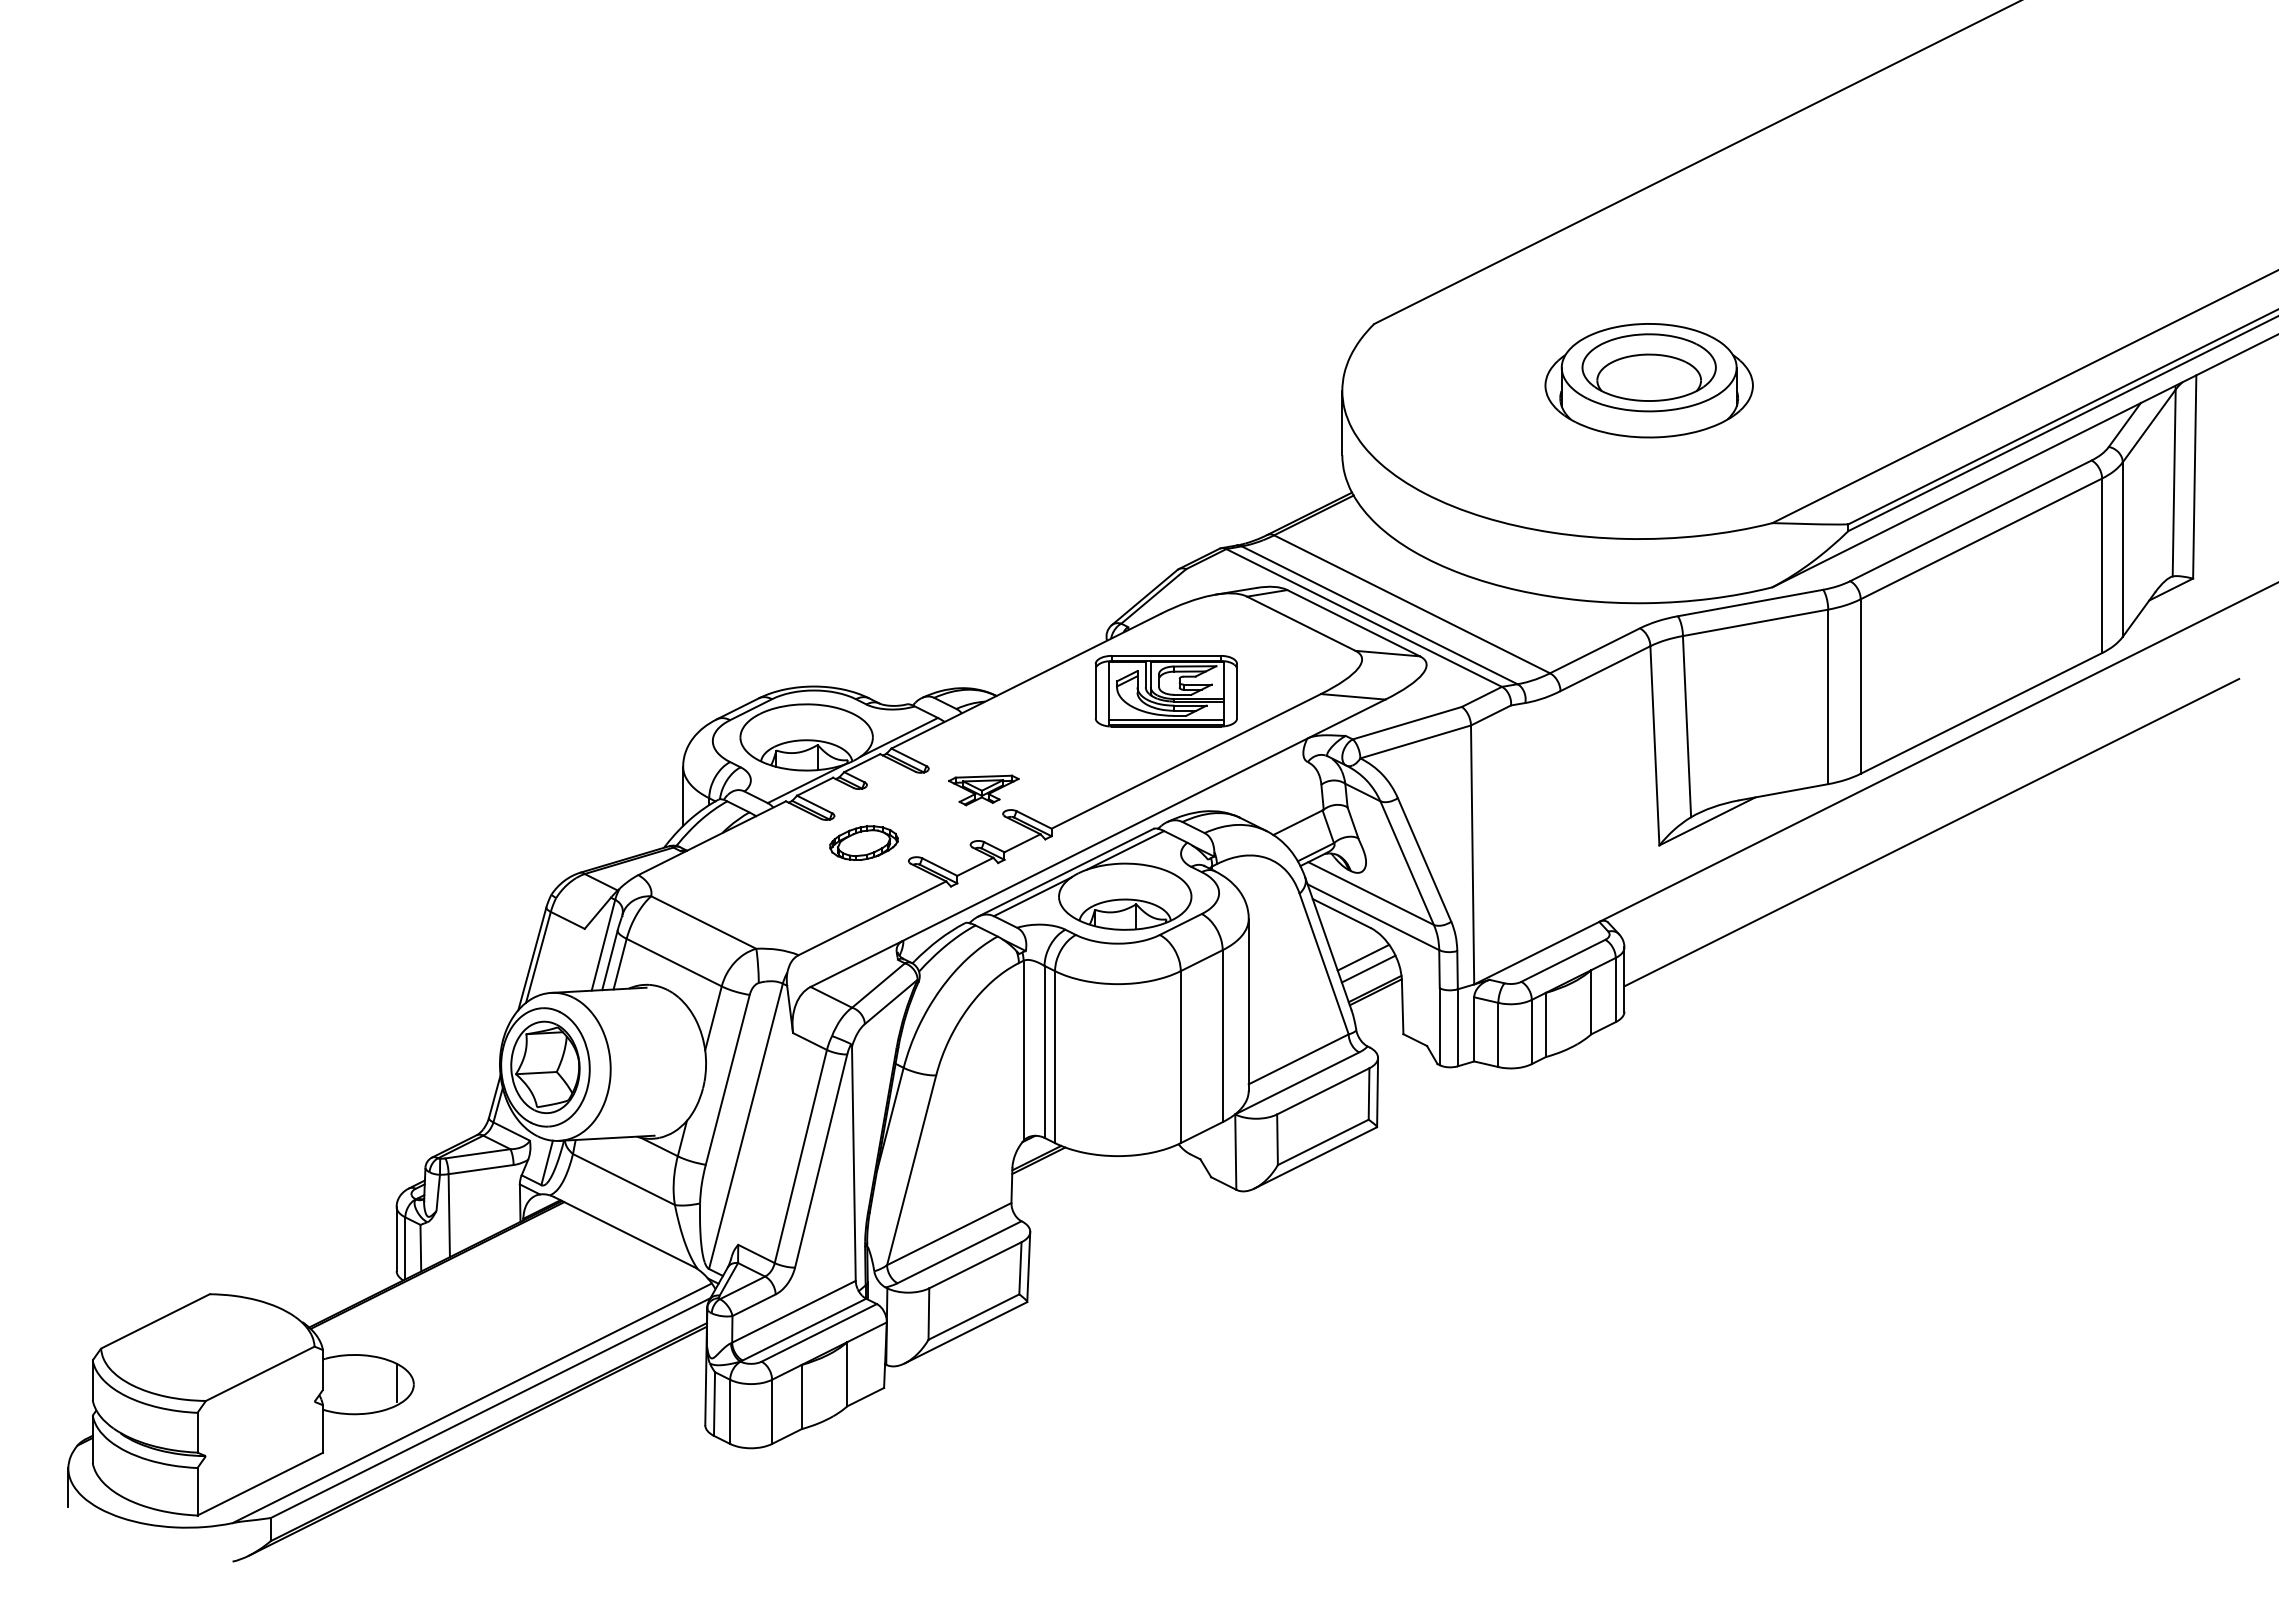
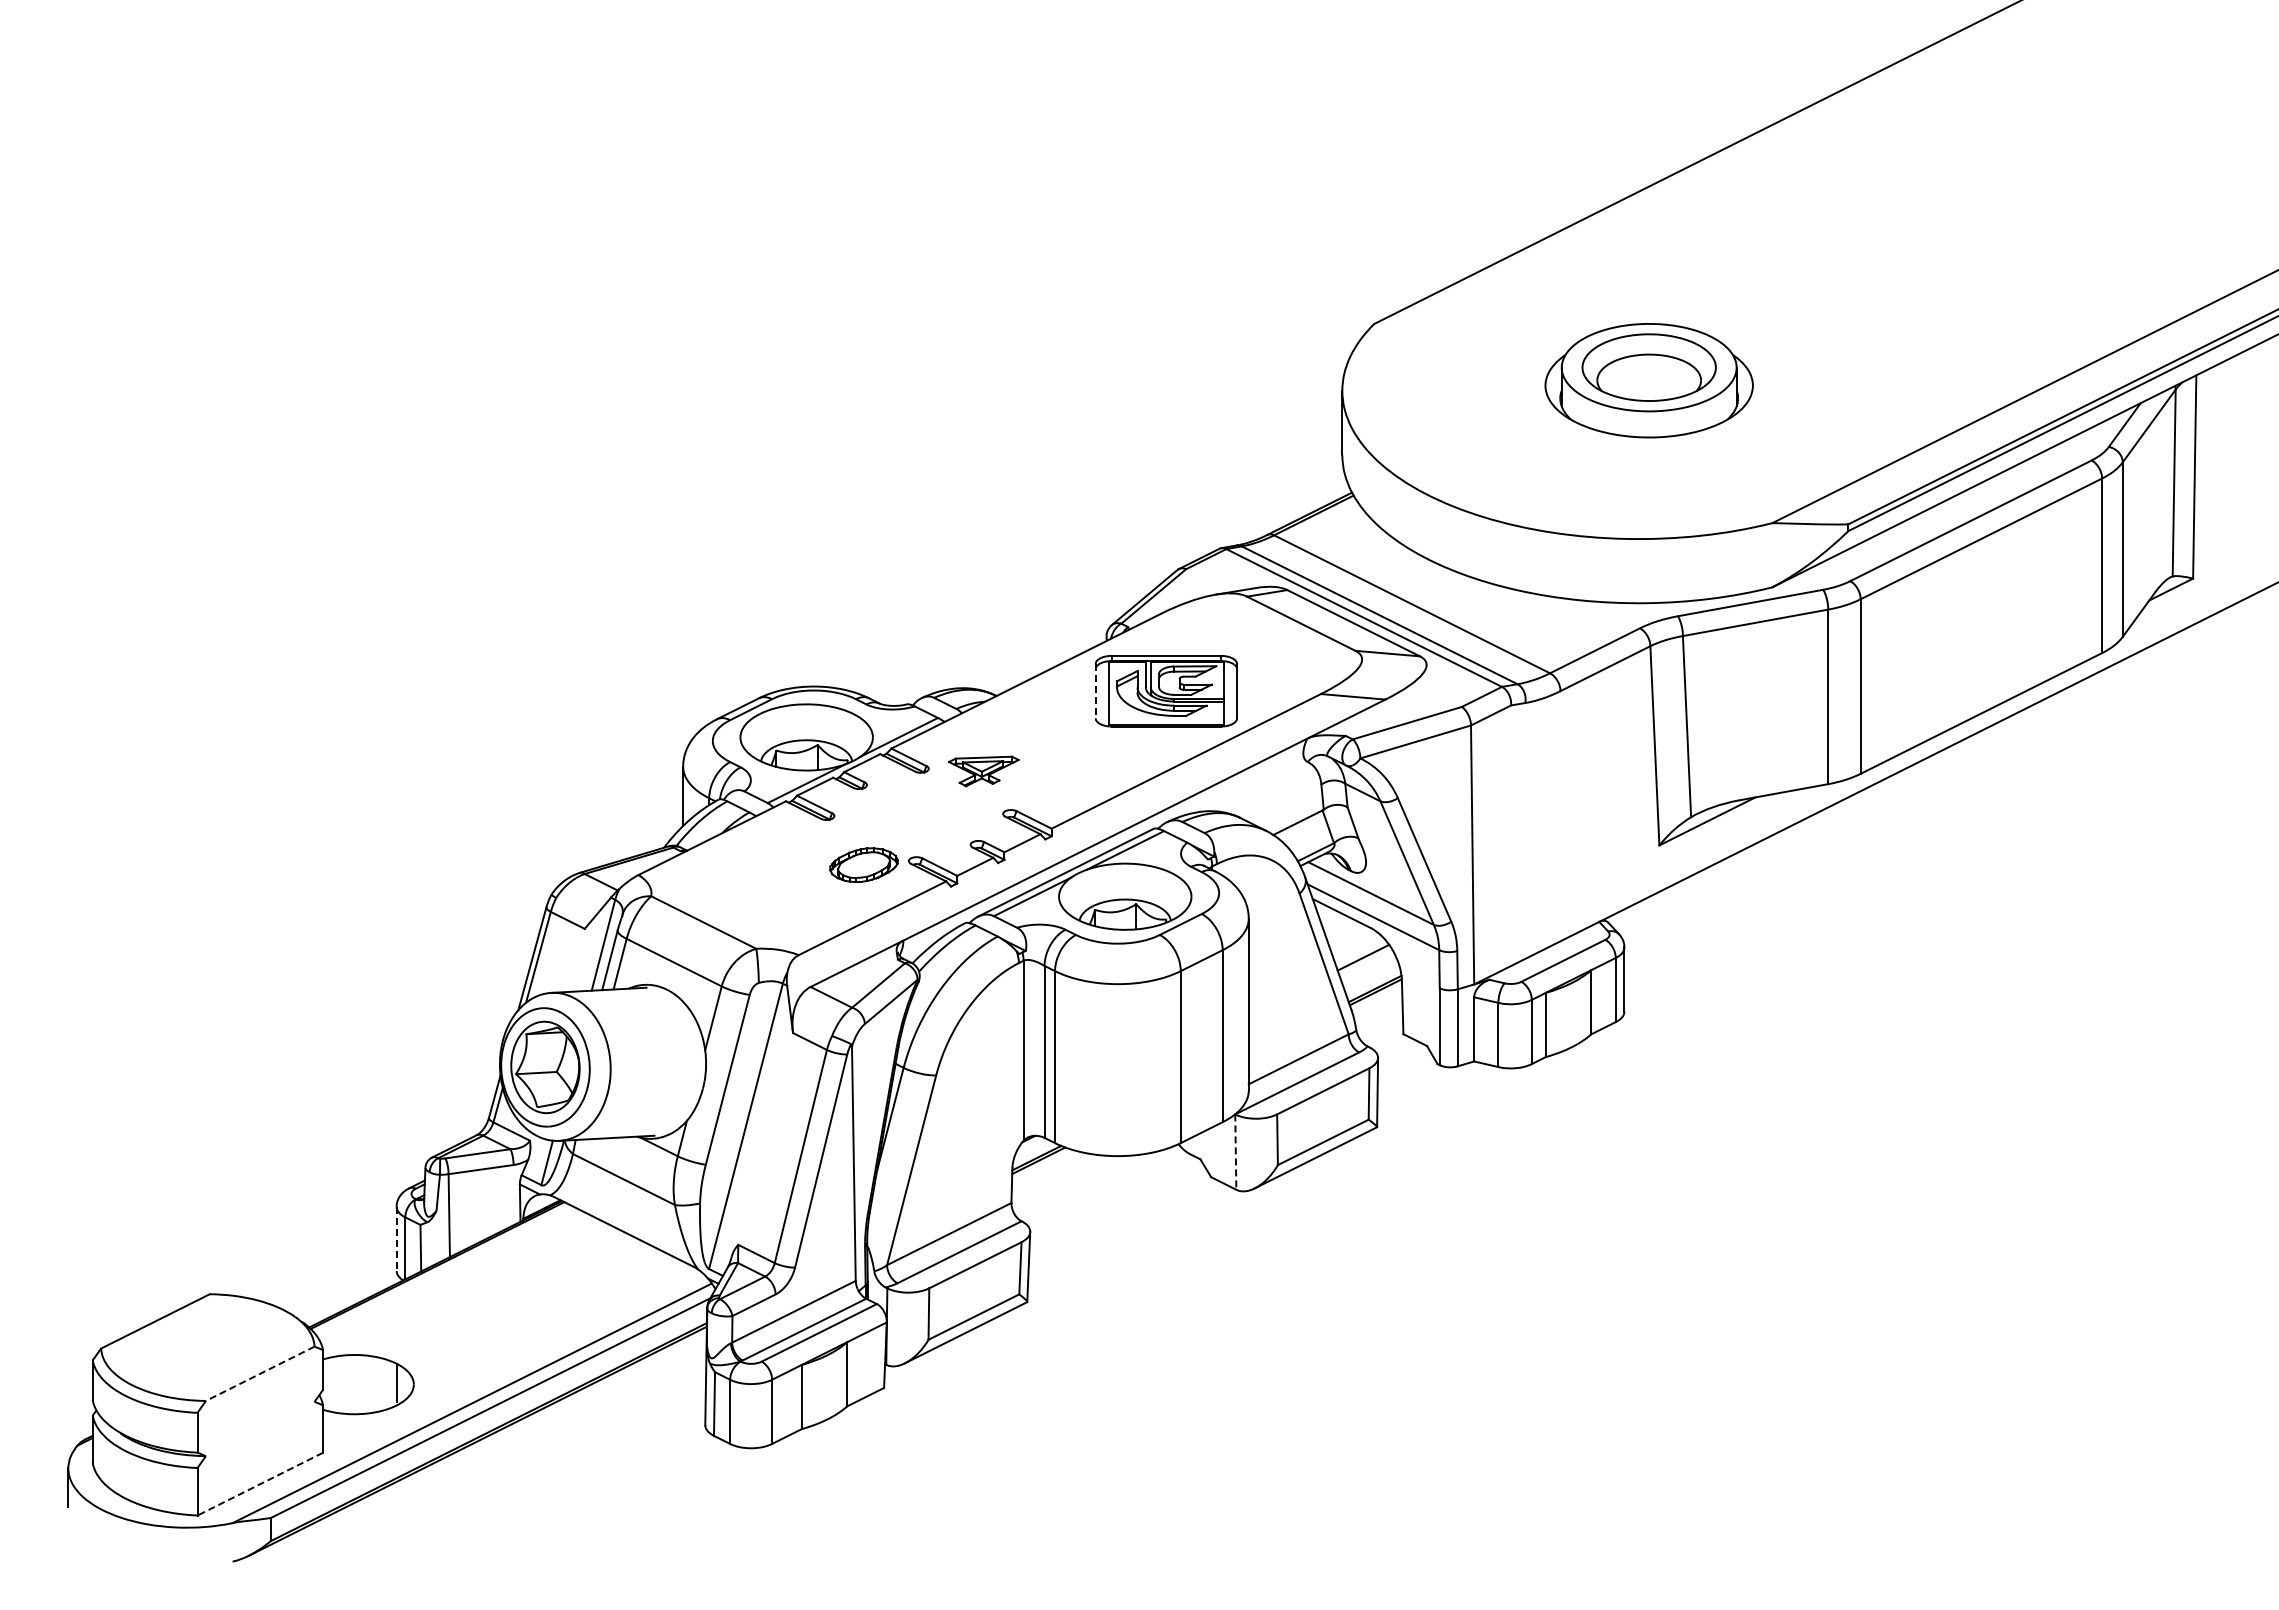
line at (1095, 691): solid -> dashed
line at (1166, 720): present -> none
part at (983, 790) position: (983, 790) -> (983, 771)
line at (1931, 832): present -> none
part at (863, 842) position: (863, 842) -> (863, 864)
line at (1368, 968): present -> none
line at (1235, 1152): solid -> dashed
line at (396, 1239): solid -> dashed
line at (260, 1373): solid -> dashed
line at (259, 1484): solid -> dashed
